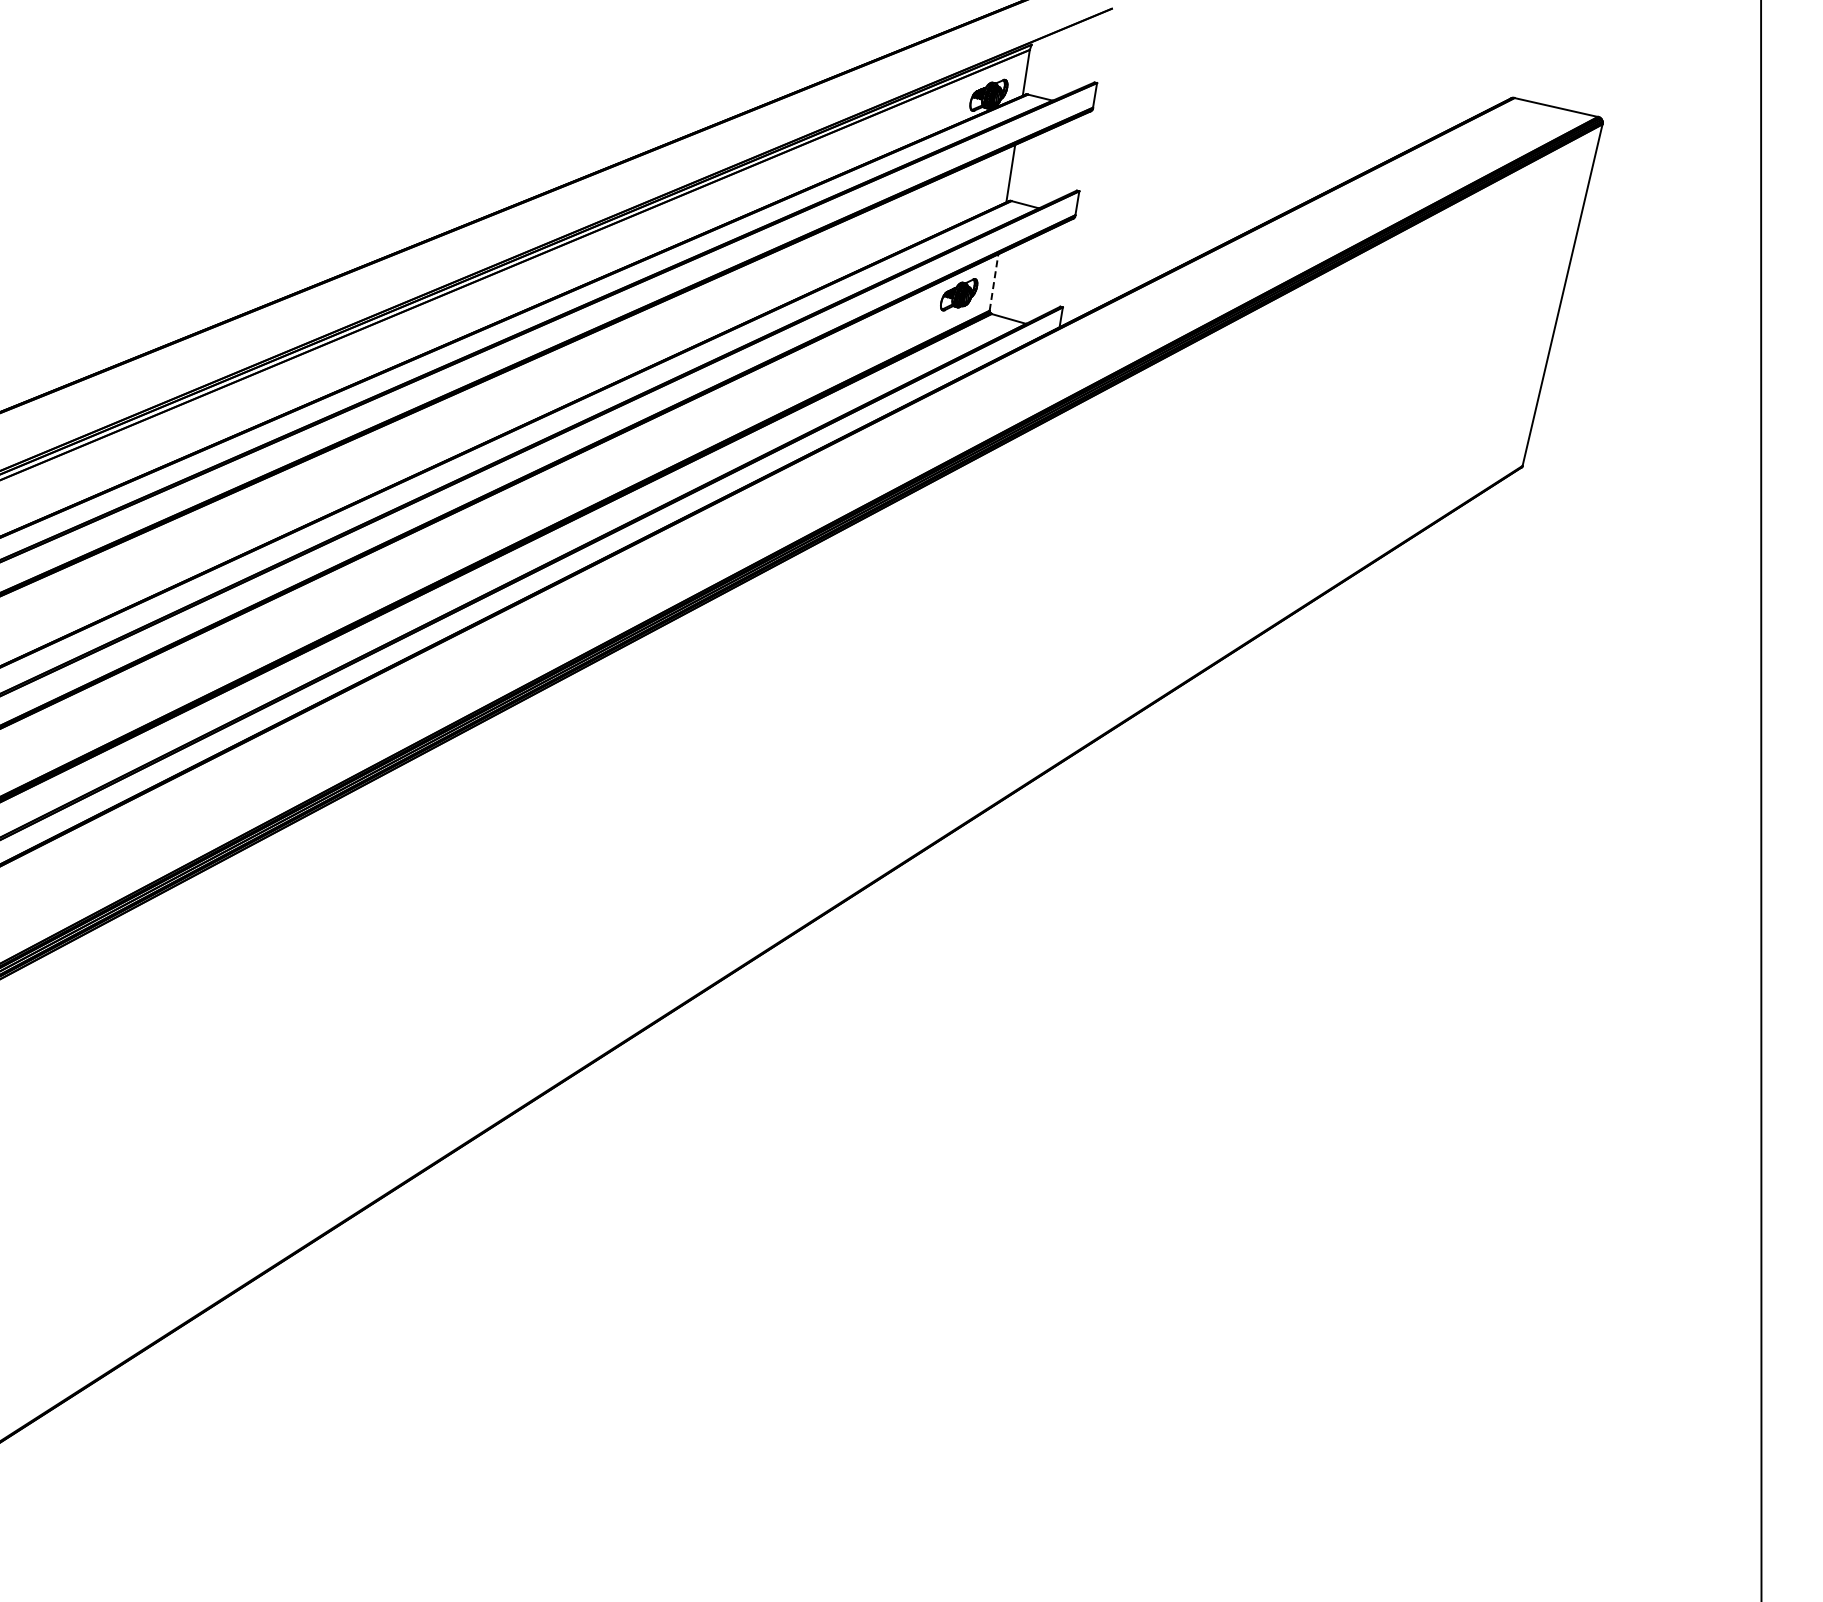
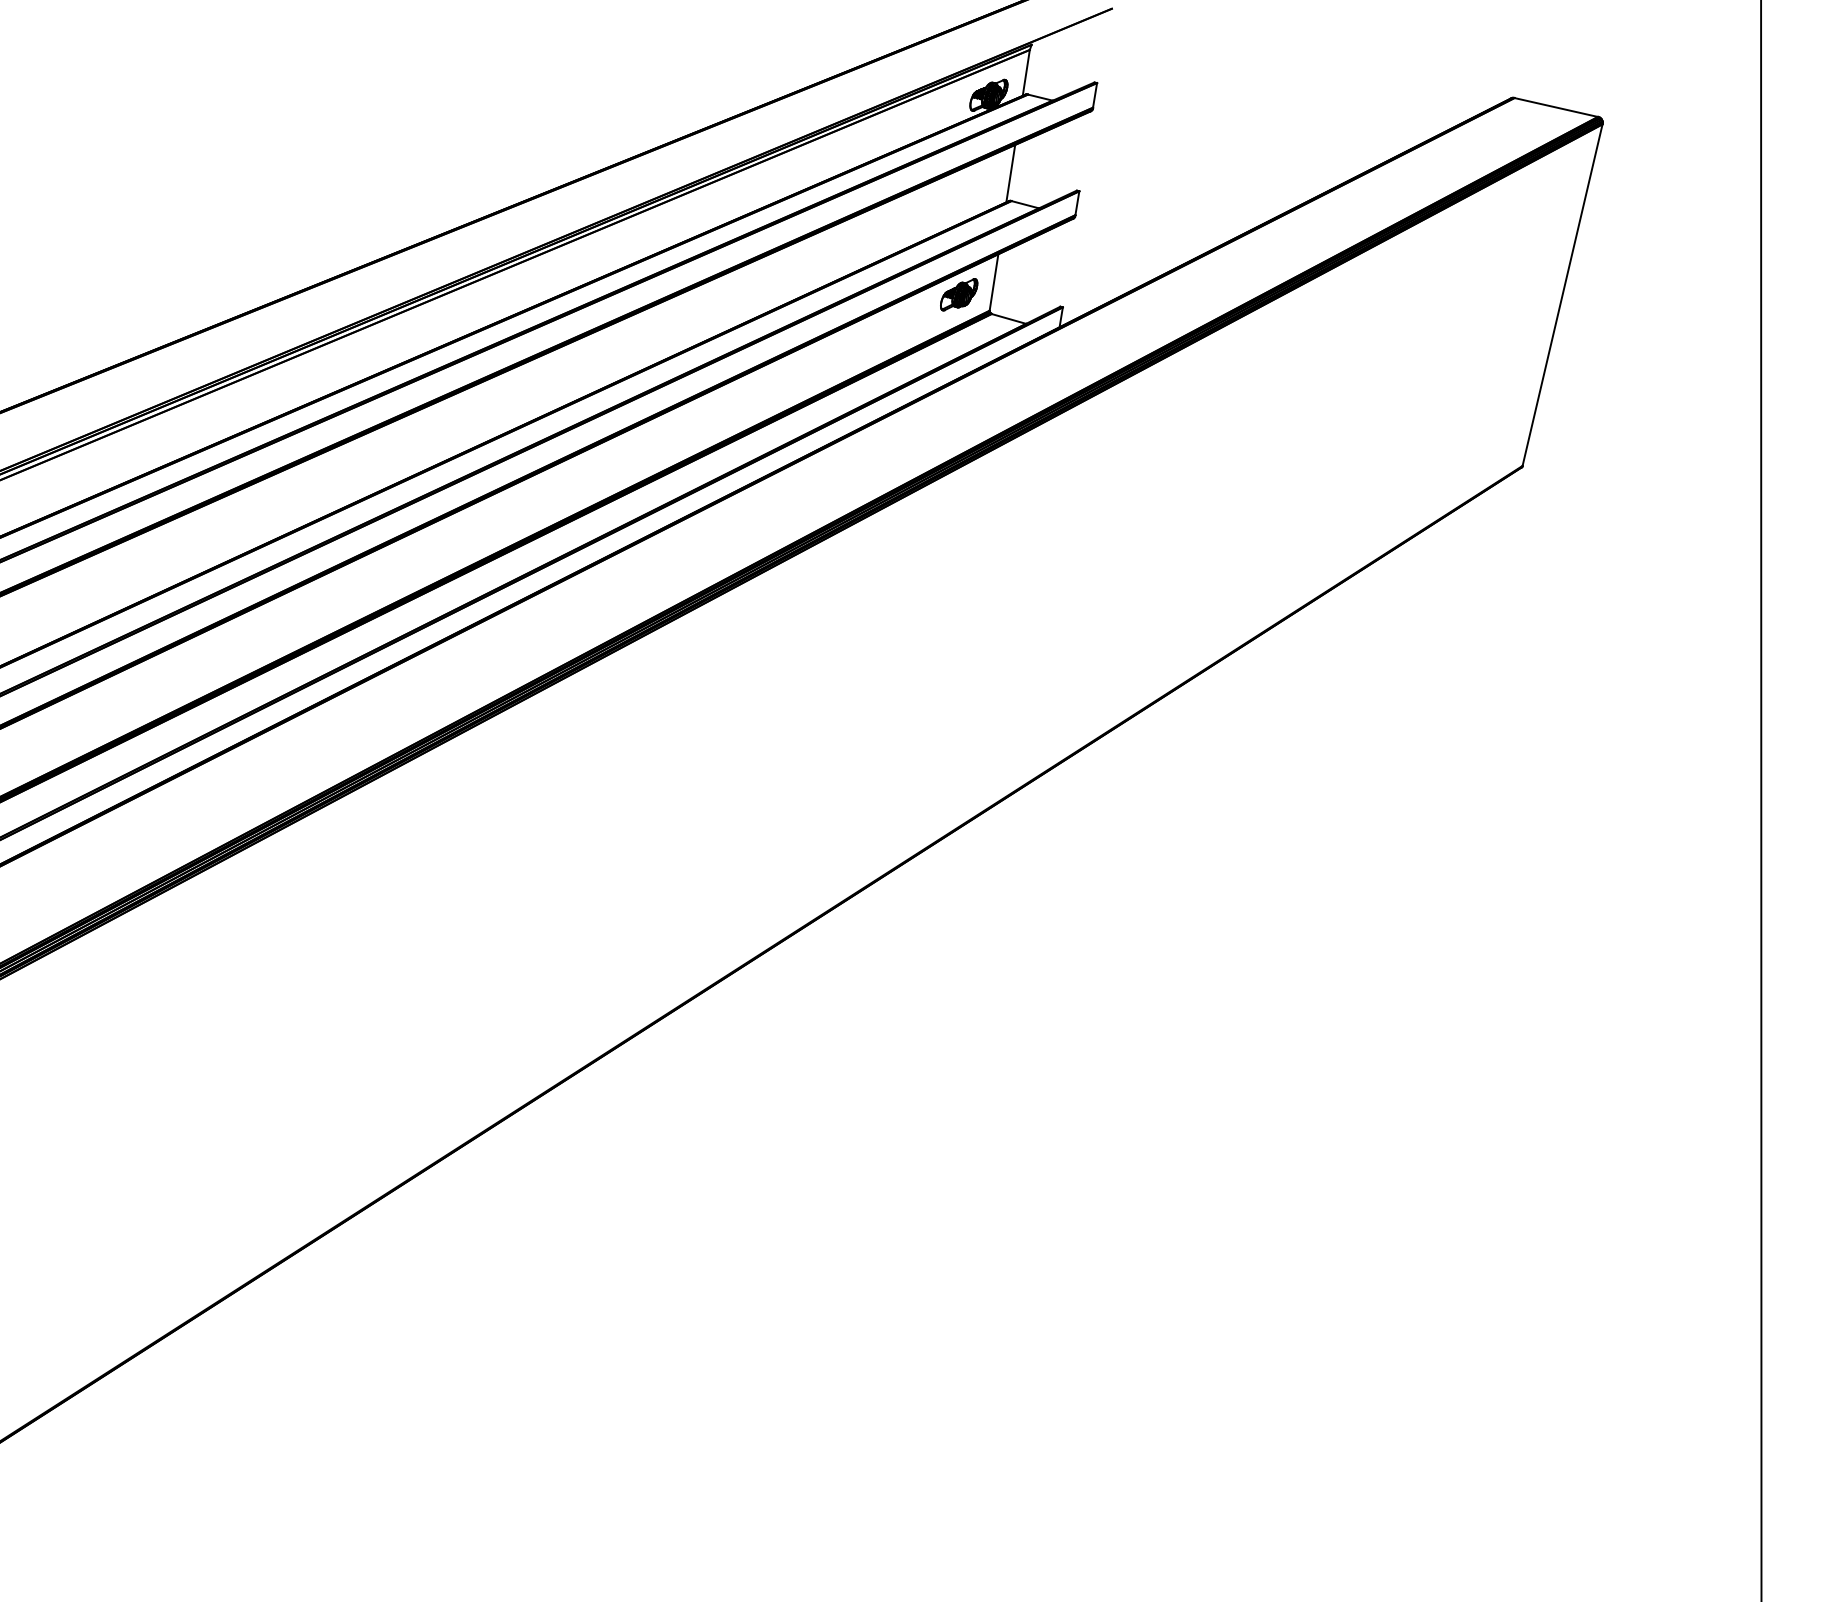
line at (994, 282): dashed -> solid
